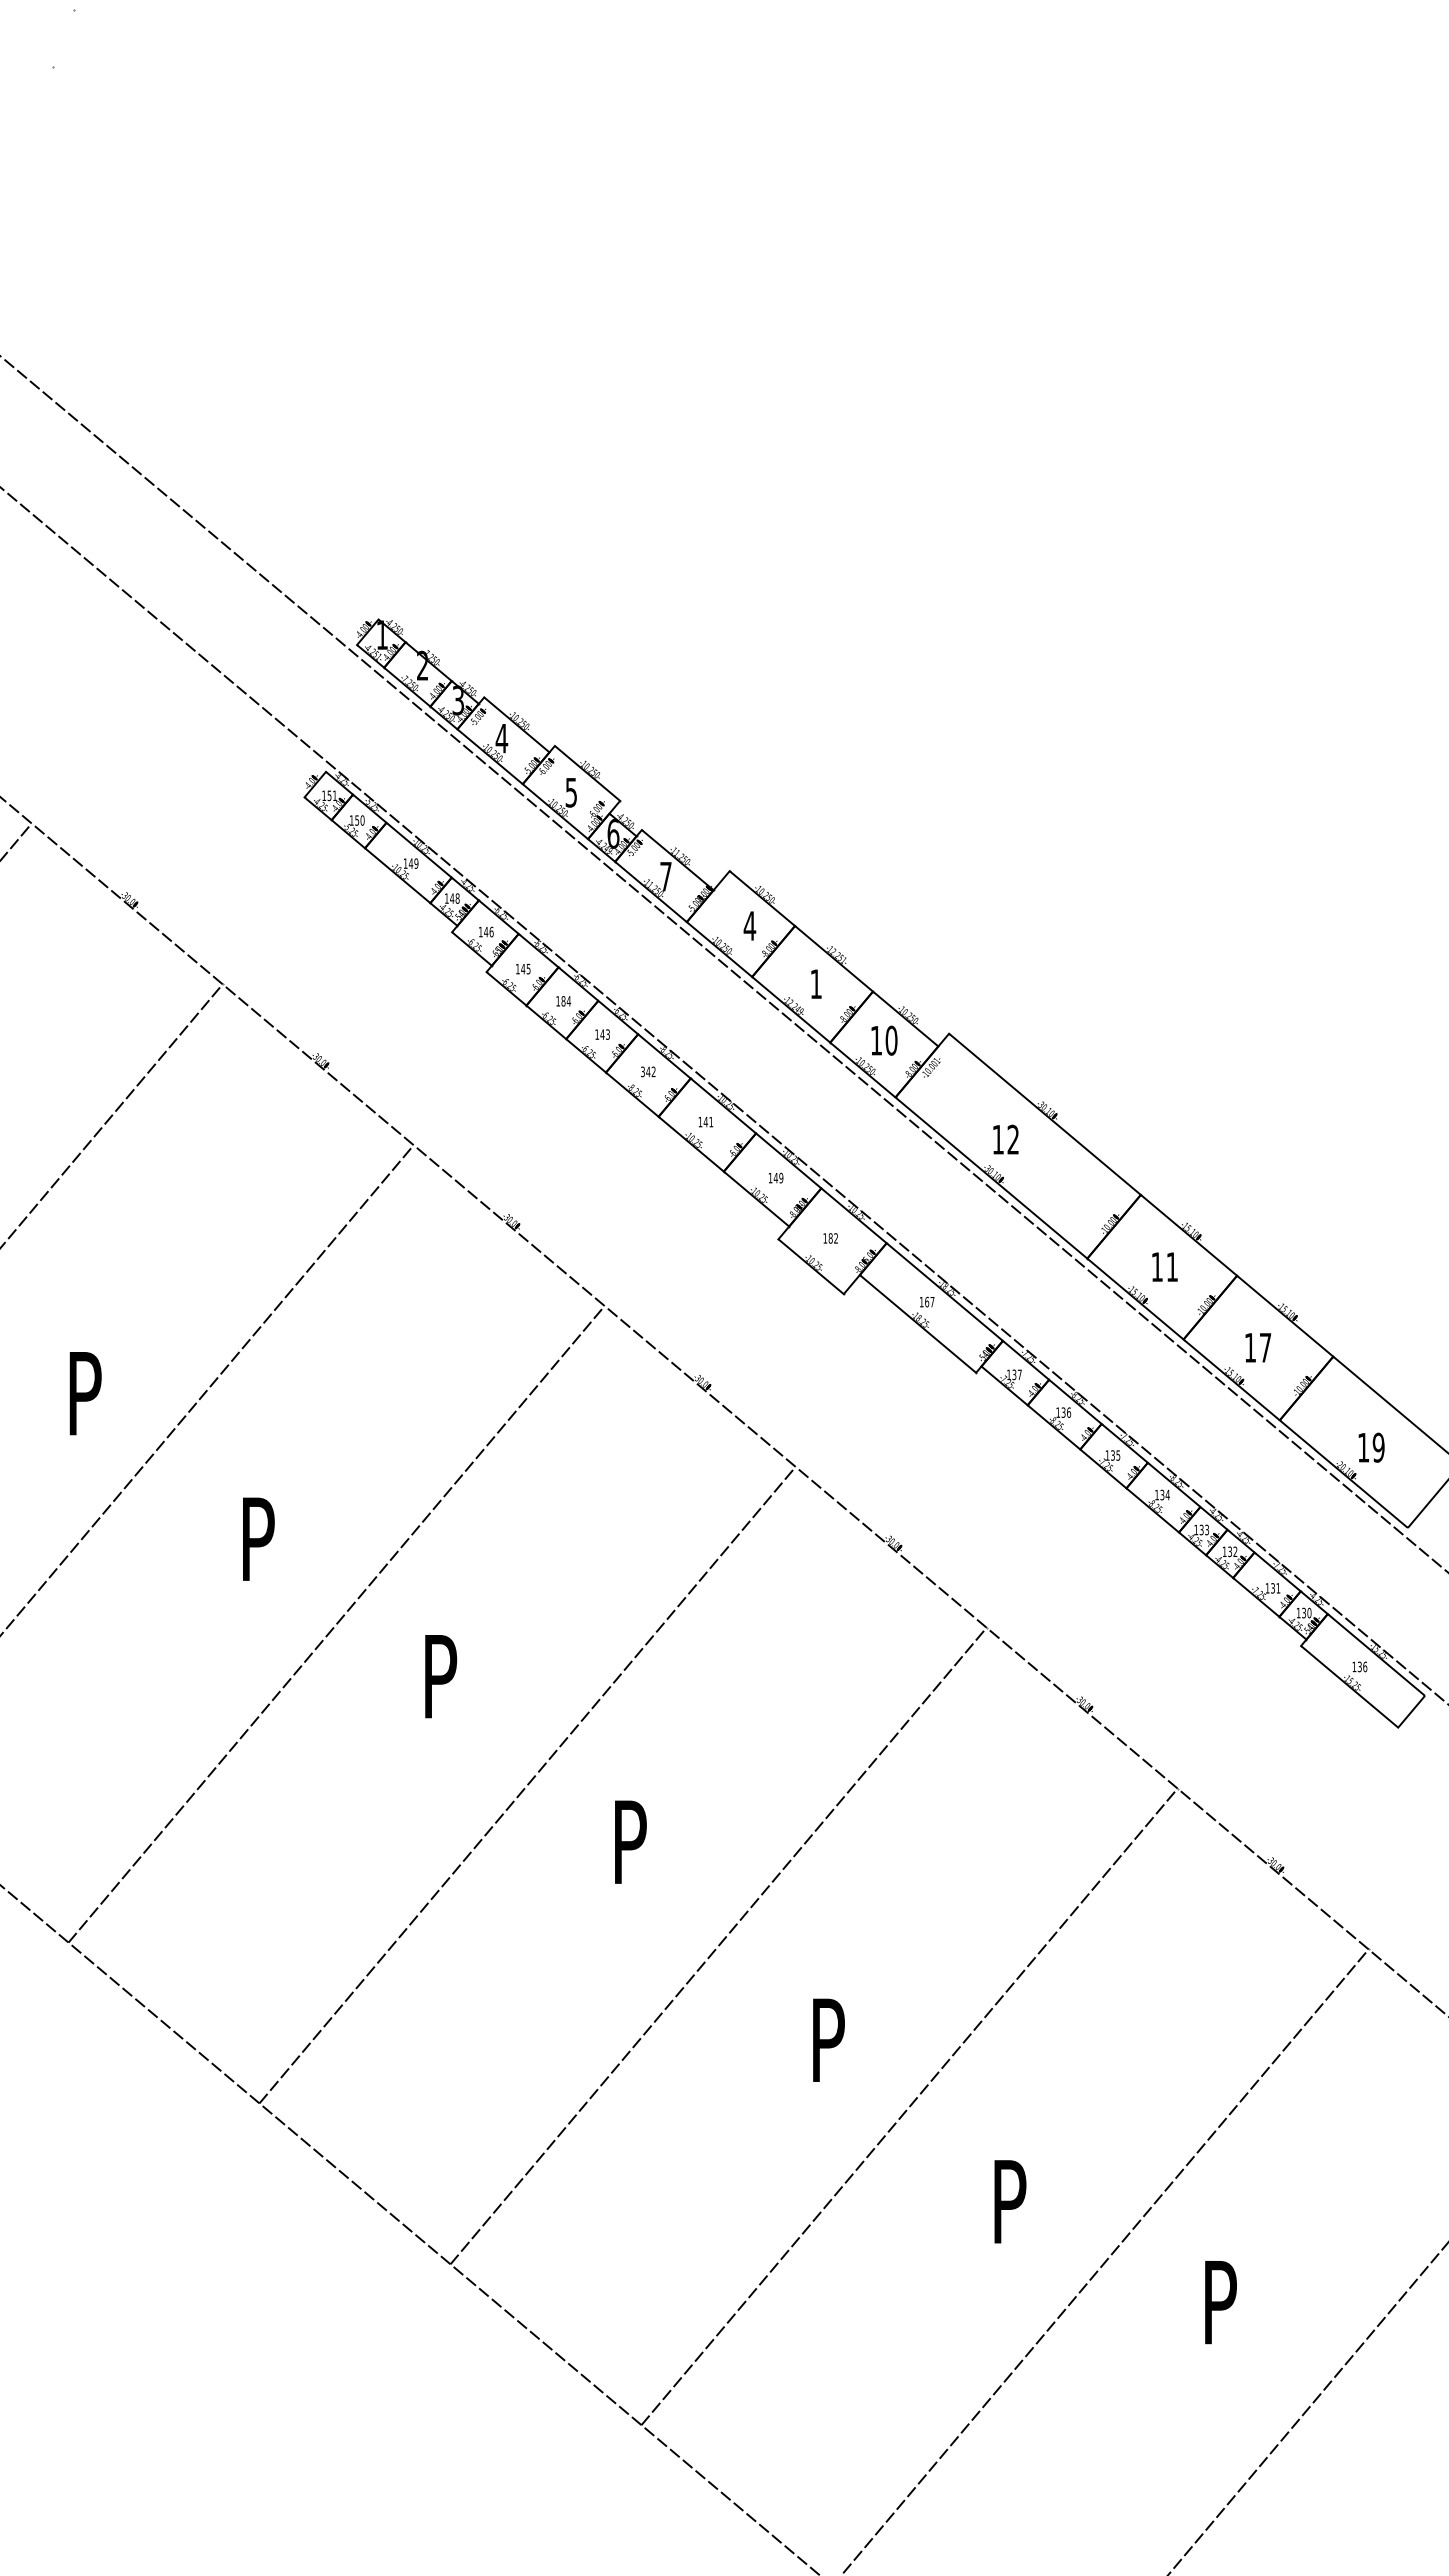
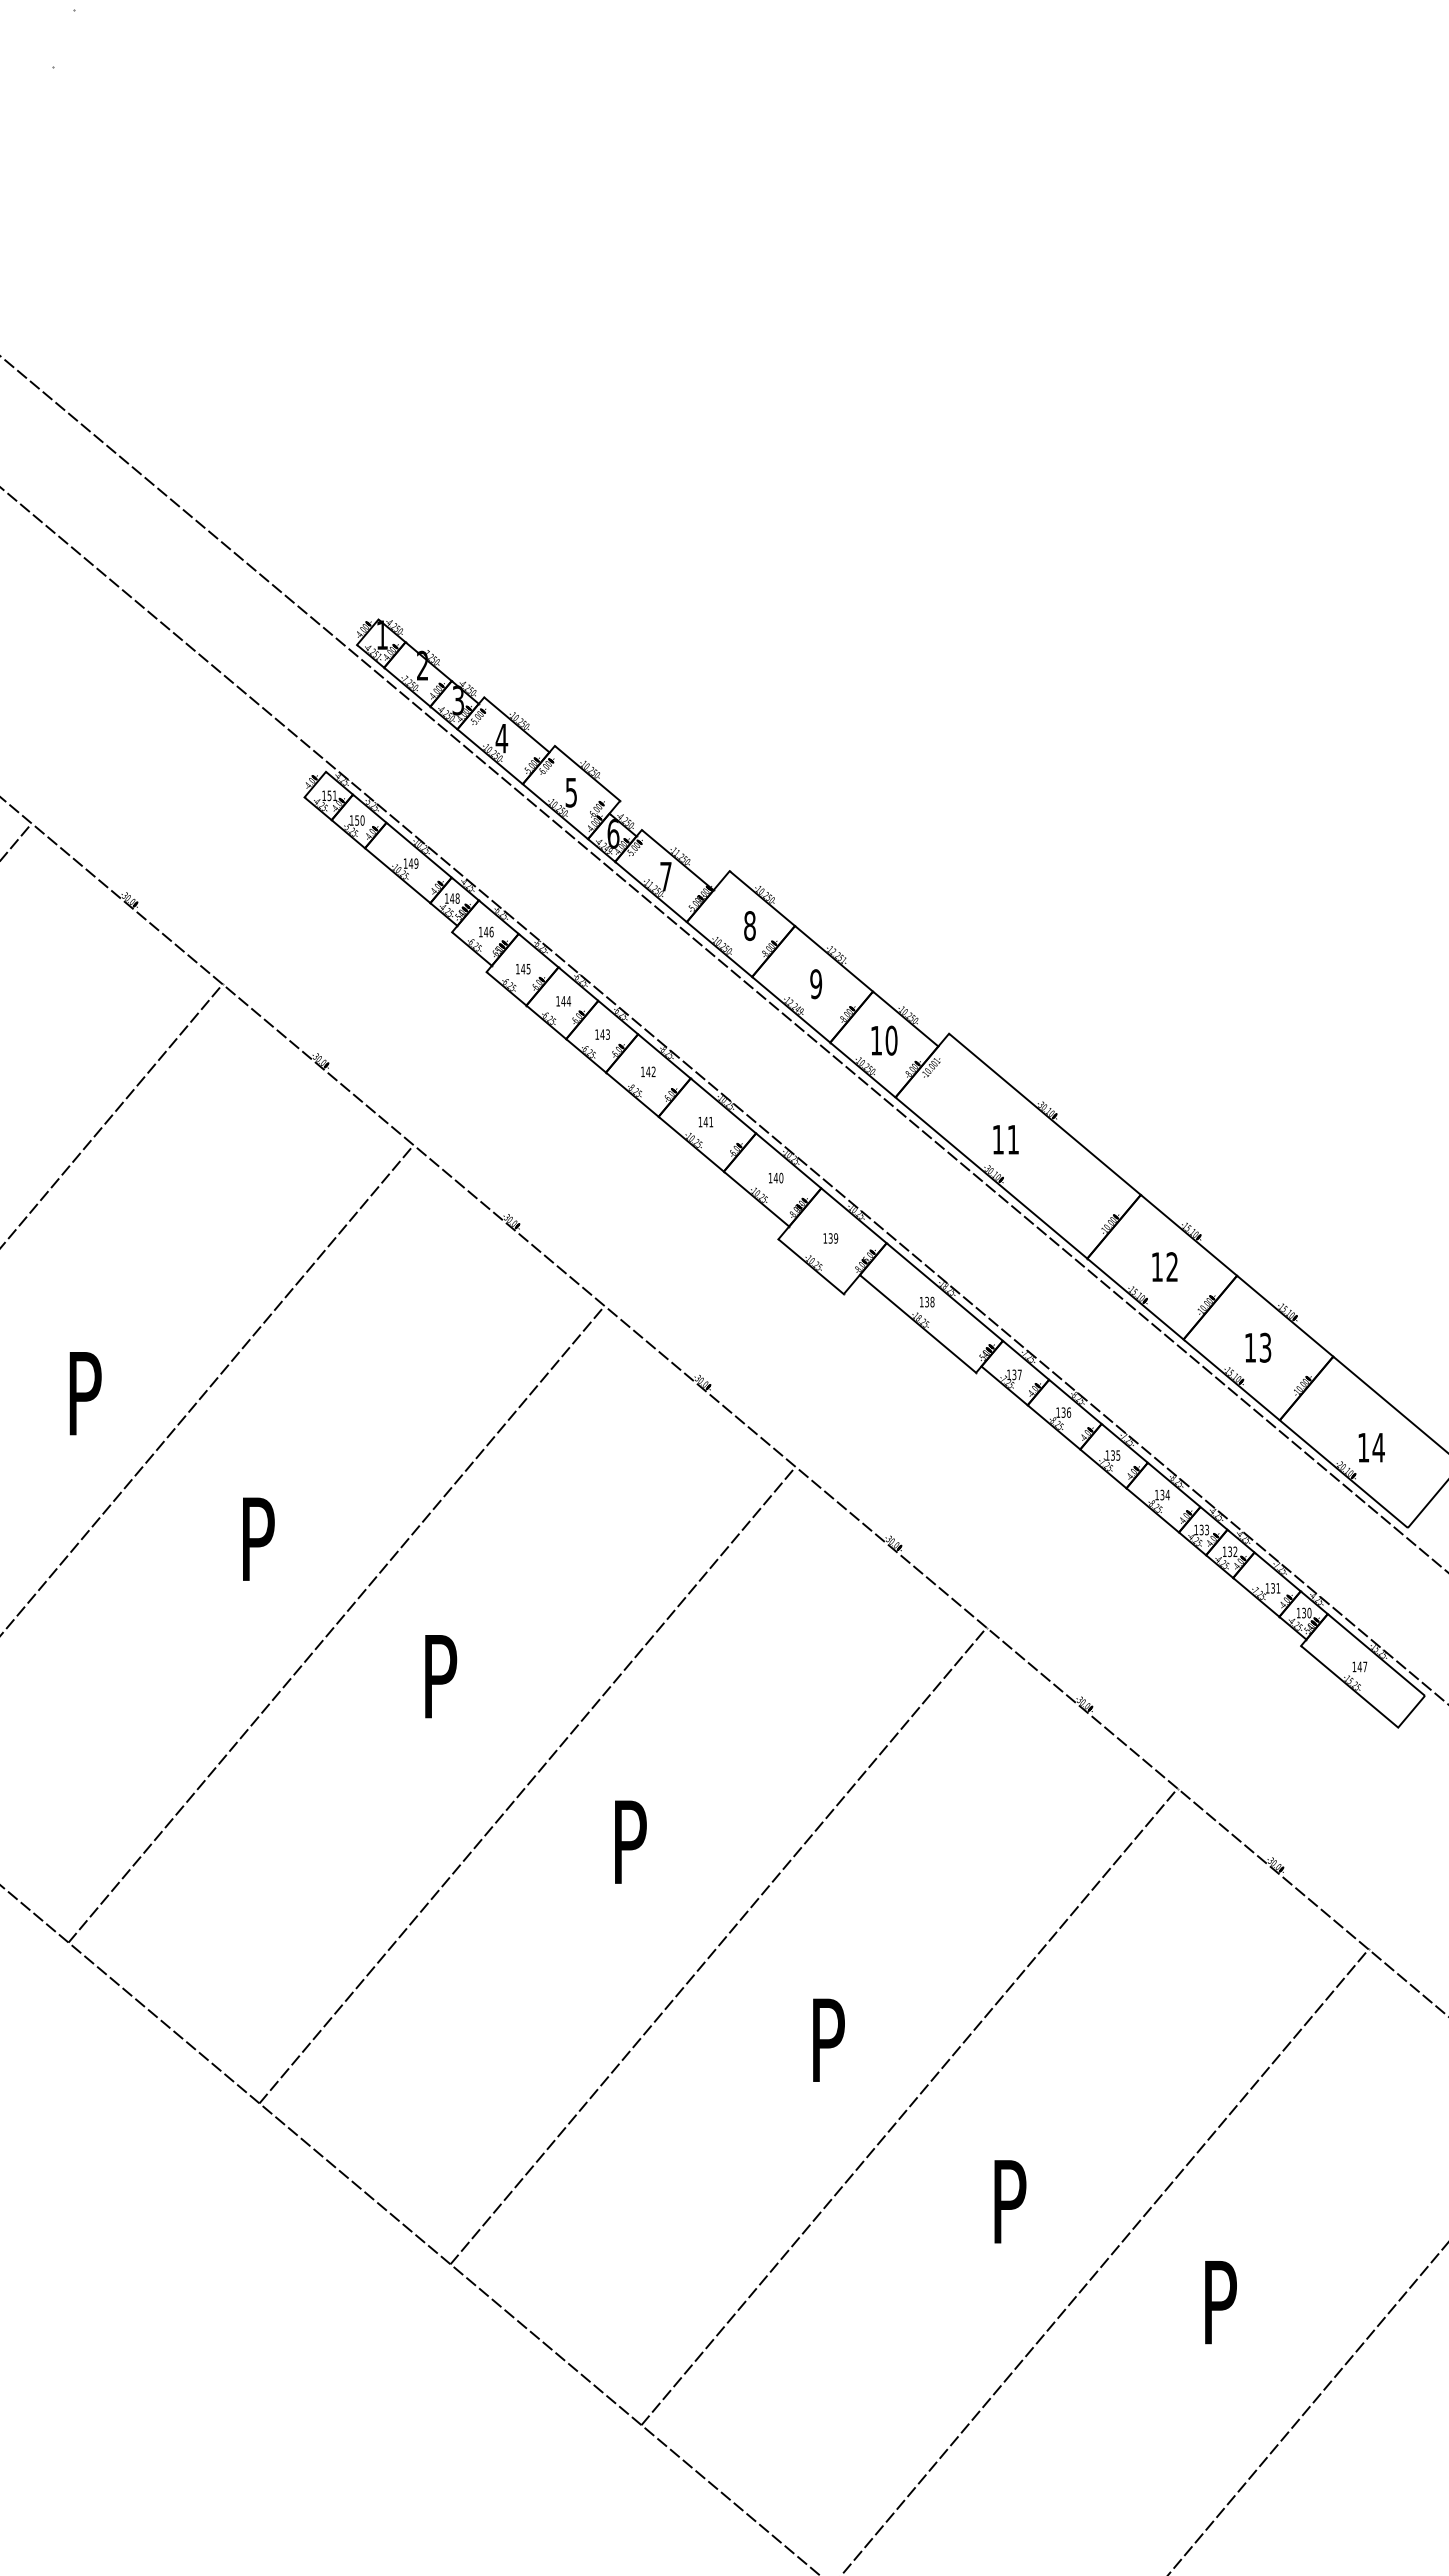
text at (749, 925): 4 -> 8
text at (816, 984): 1 -> 9
text at (563, 1001): 184 -> 144
text at (642, 1071): 342 -> 142
text at (1012, 1139): 12 -> 11
text at (781, 1178): 149 -> 140
text at (833, 1238): 182 -> 139
text at (1171, 1266): 11 -> 12
text at (929, 1301): 167 -> 138
text at (1265, 1347): 17 -> 13
text at (1378, 1447): 19 -> 14
text at (1362, 1666): 136 -> 147
